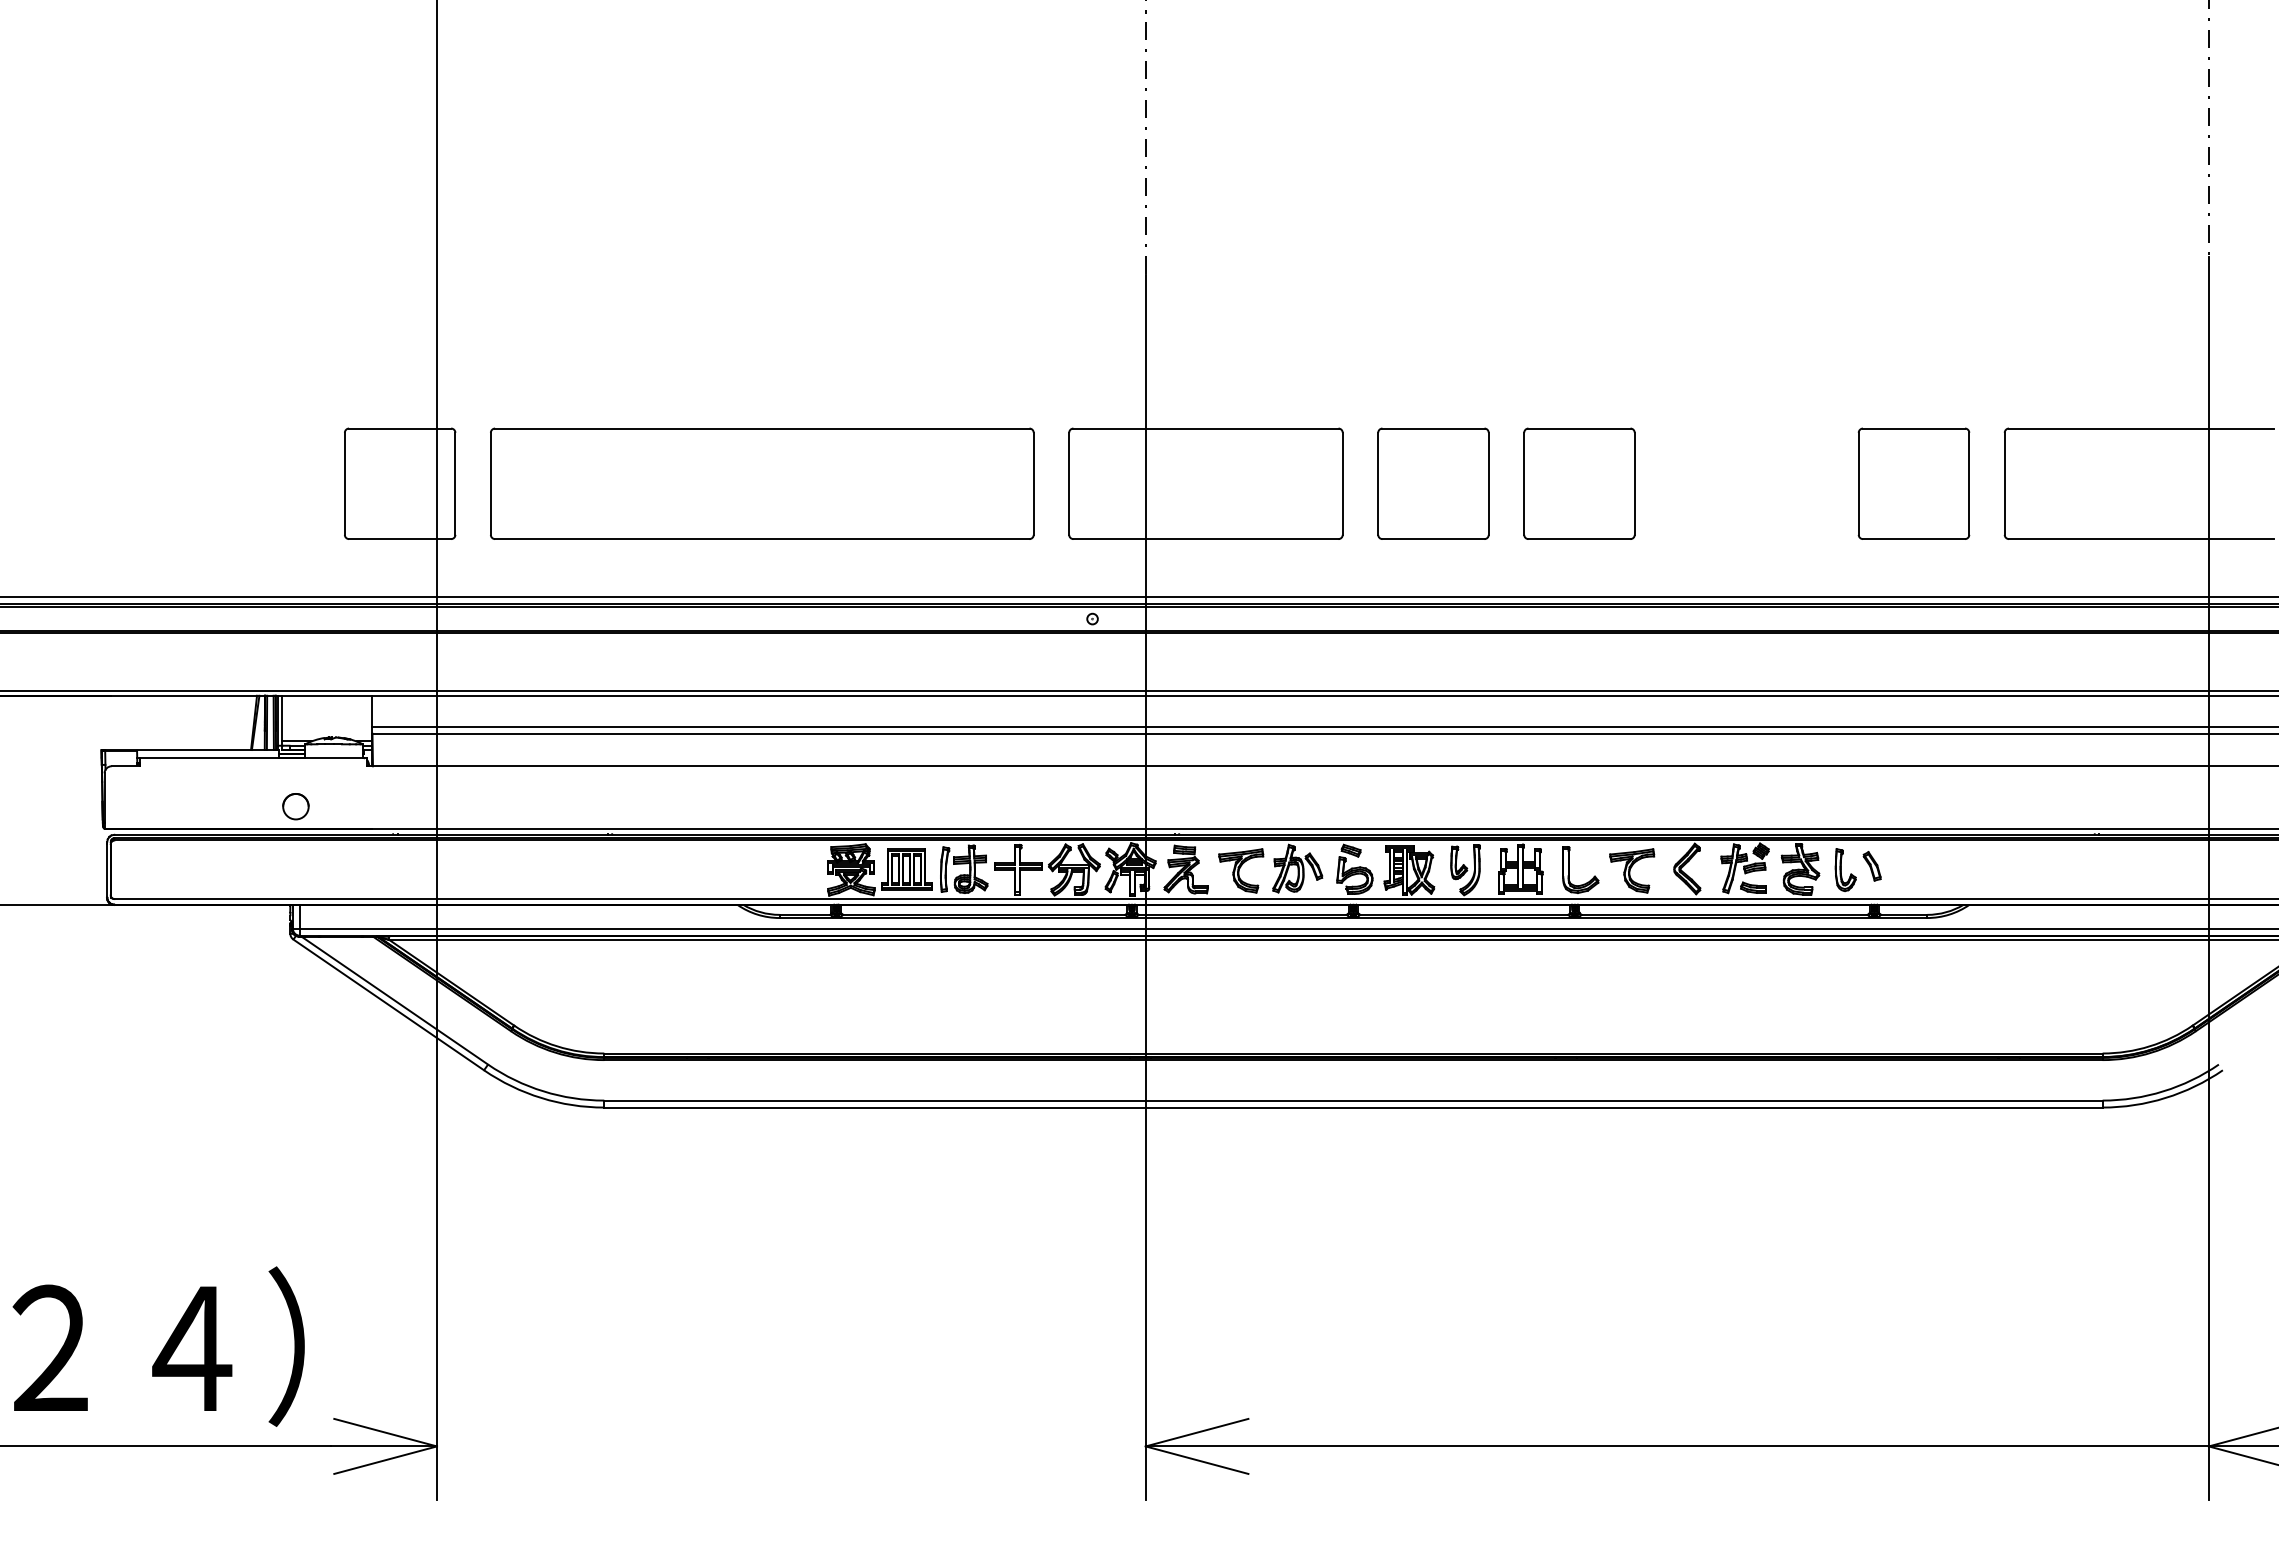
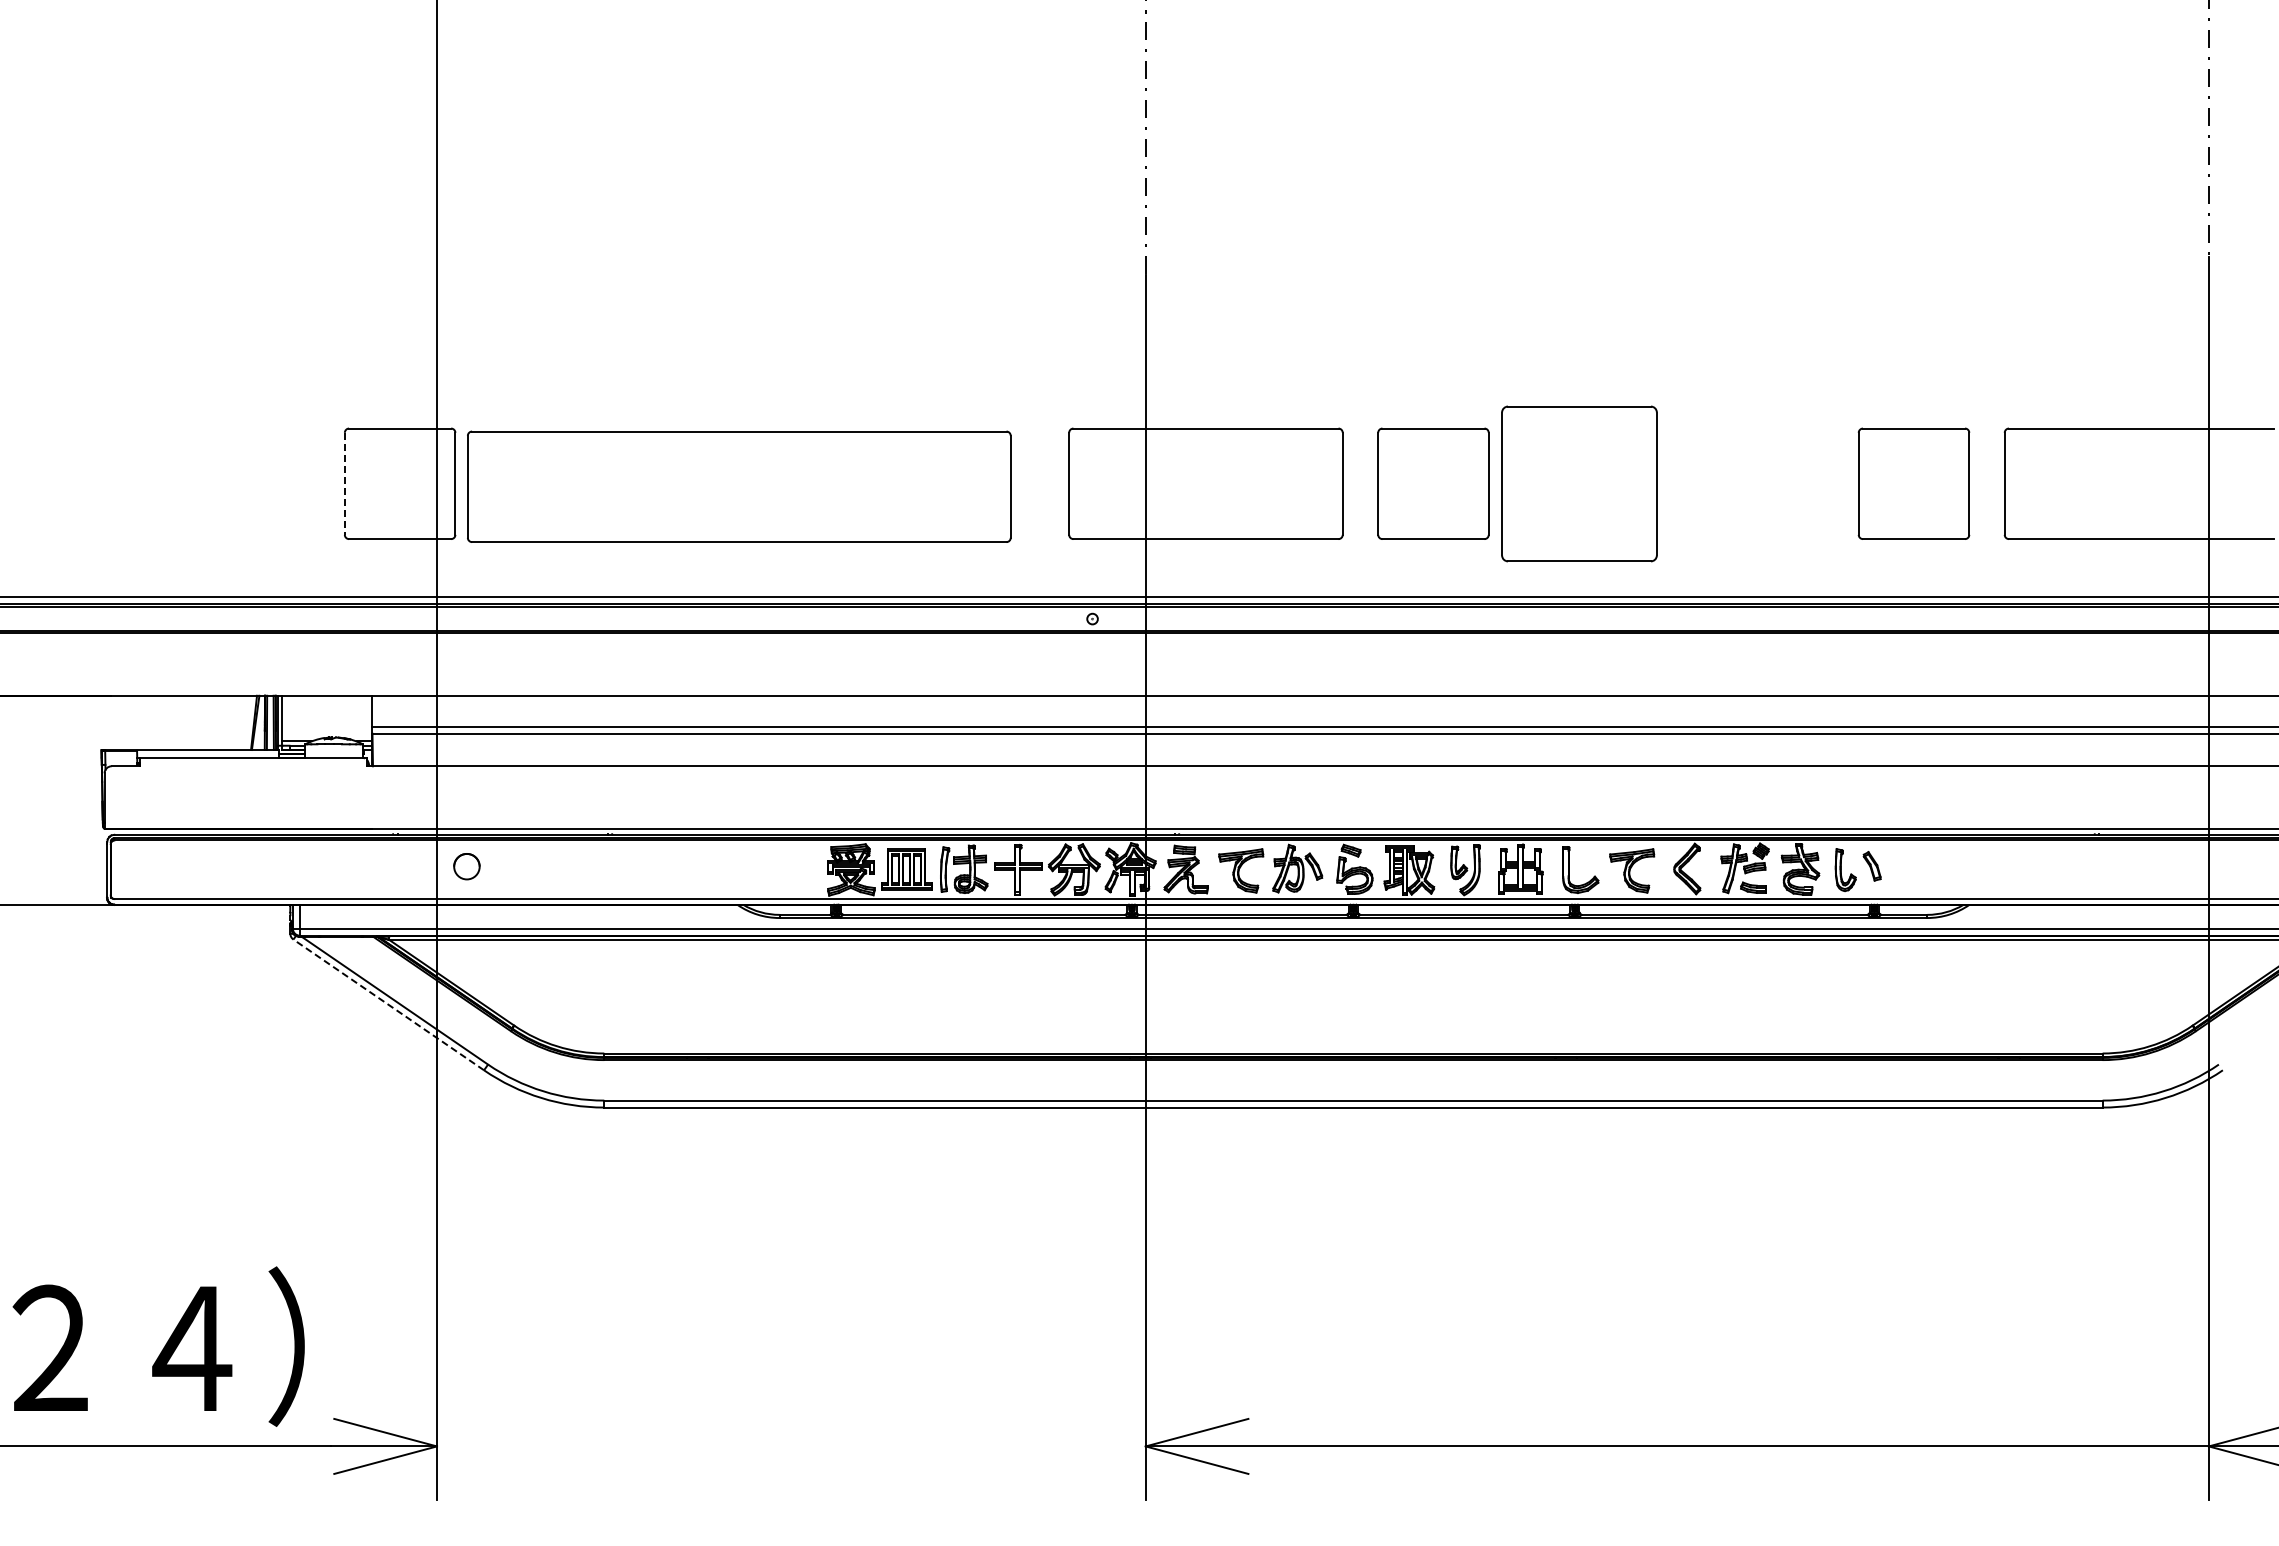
part at (762, 483) position: (762, 483) -> (739, 486)
part at (1579, 483) size: 113x113 px -> 157x158 px
line at (344, 484): solid -> dashed
line at (1138, 690): present -> none
circle at (295, 806) position: (295, 806) -> (466, 866)
line at (388, 1004): solid -> dashed
